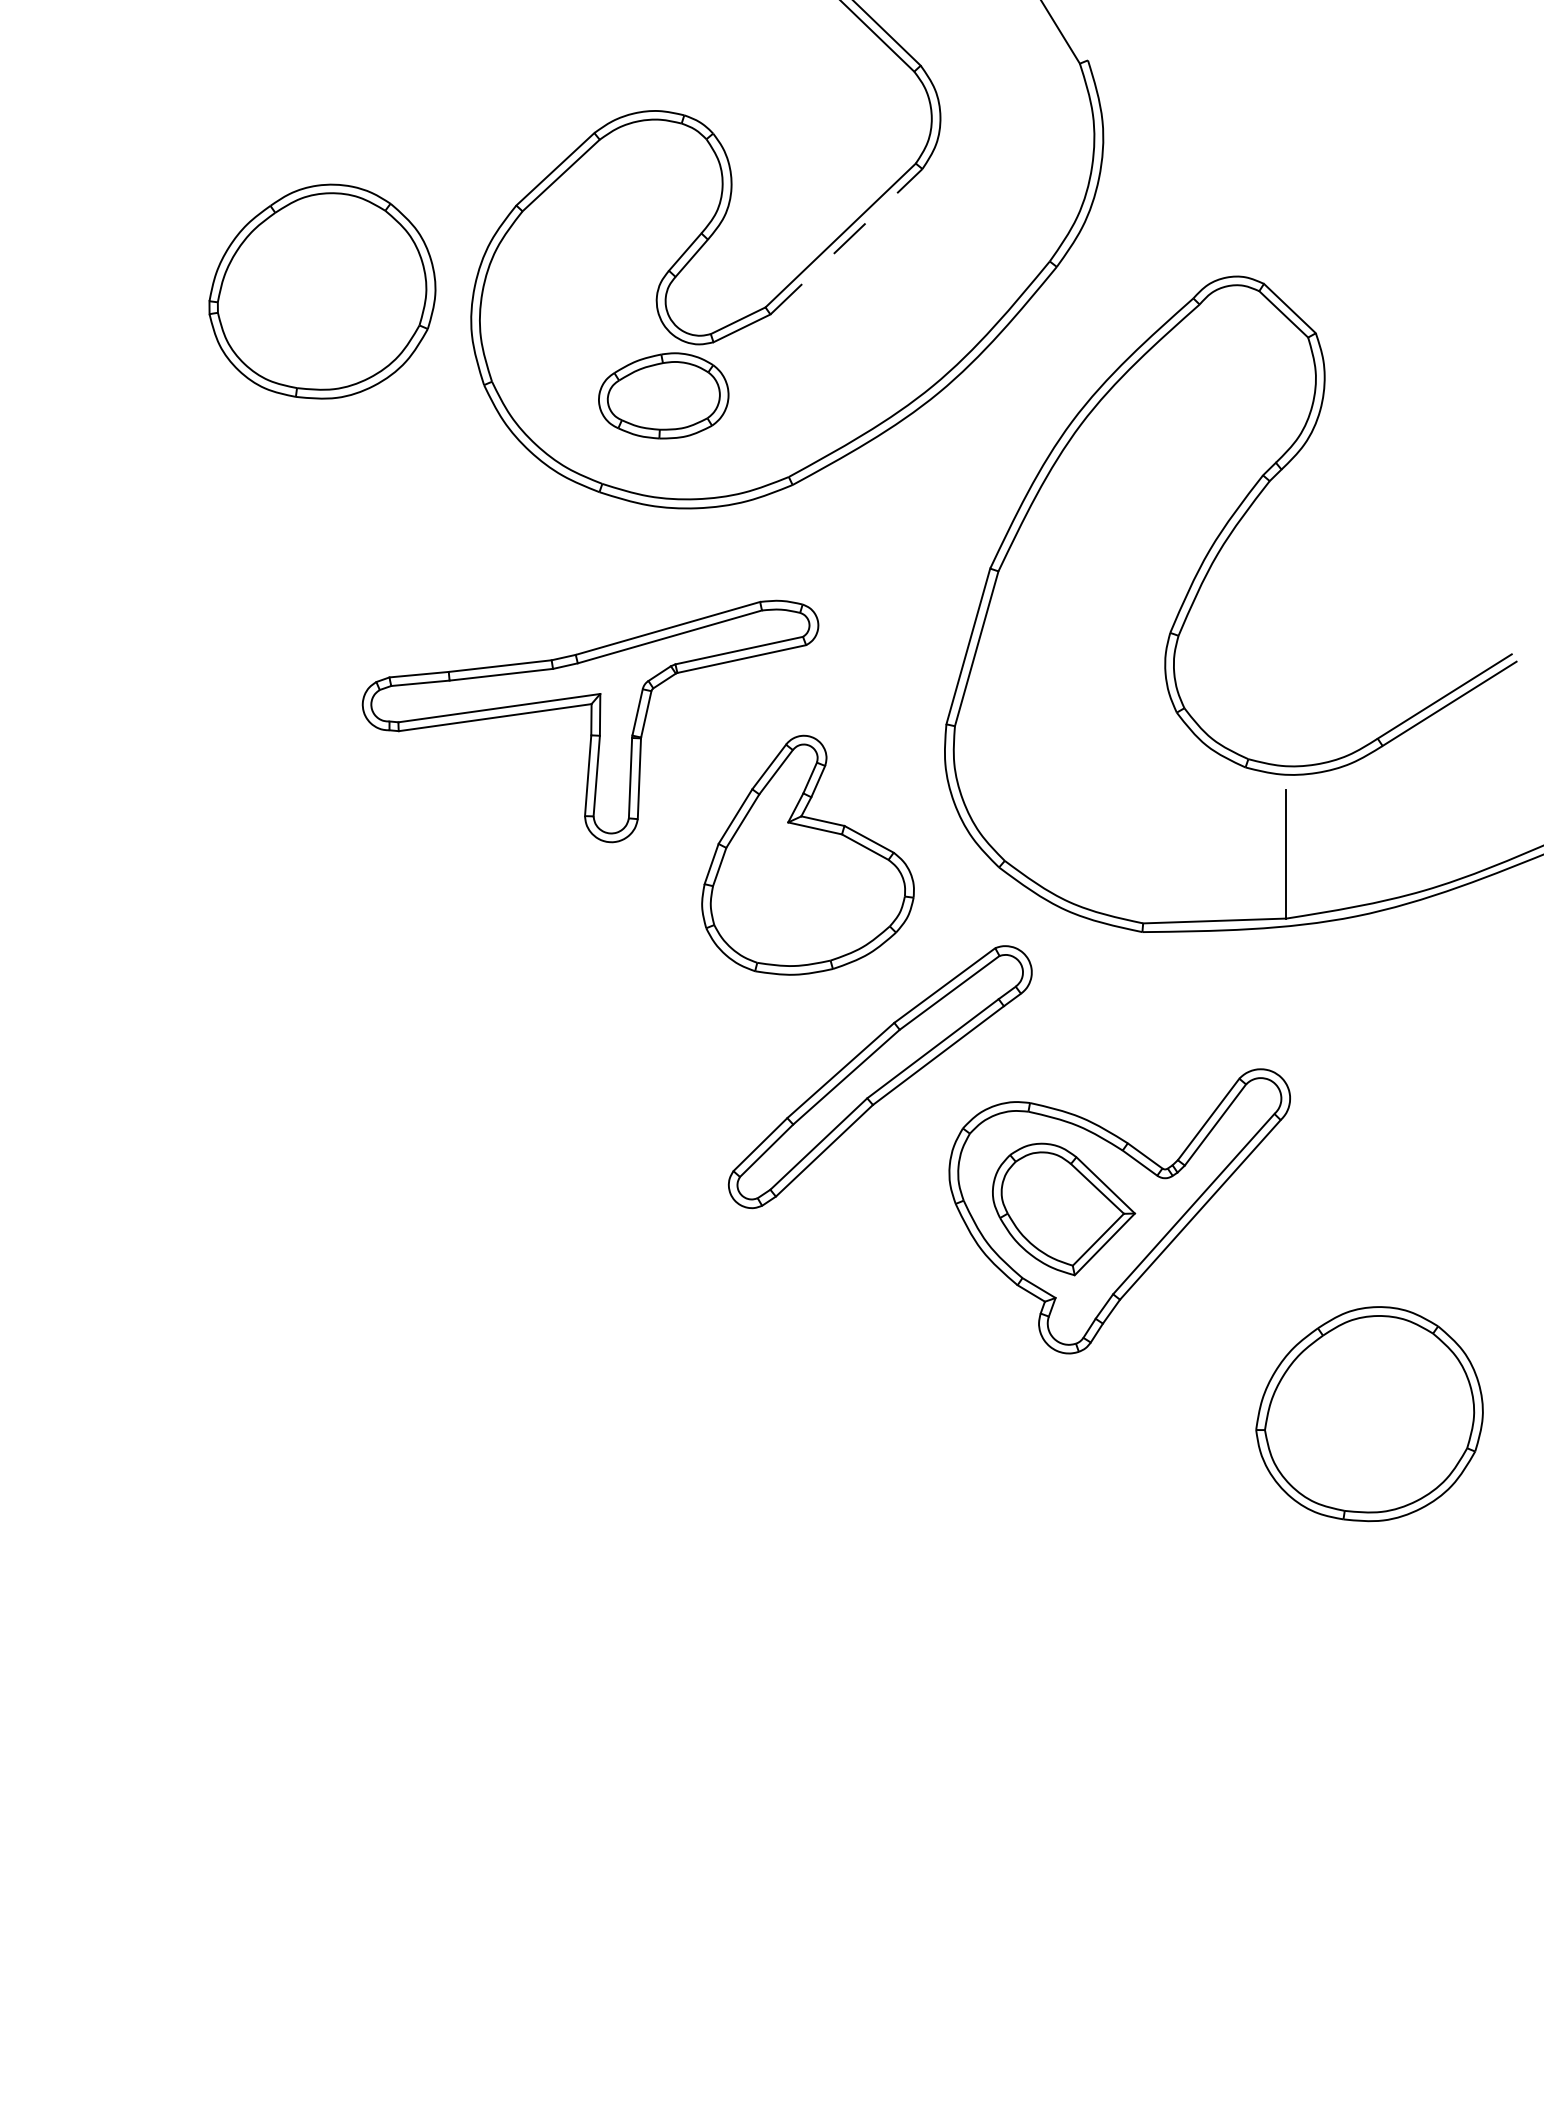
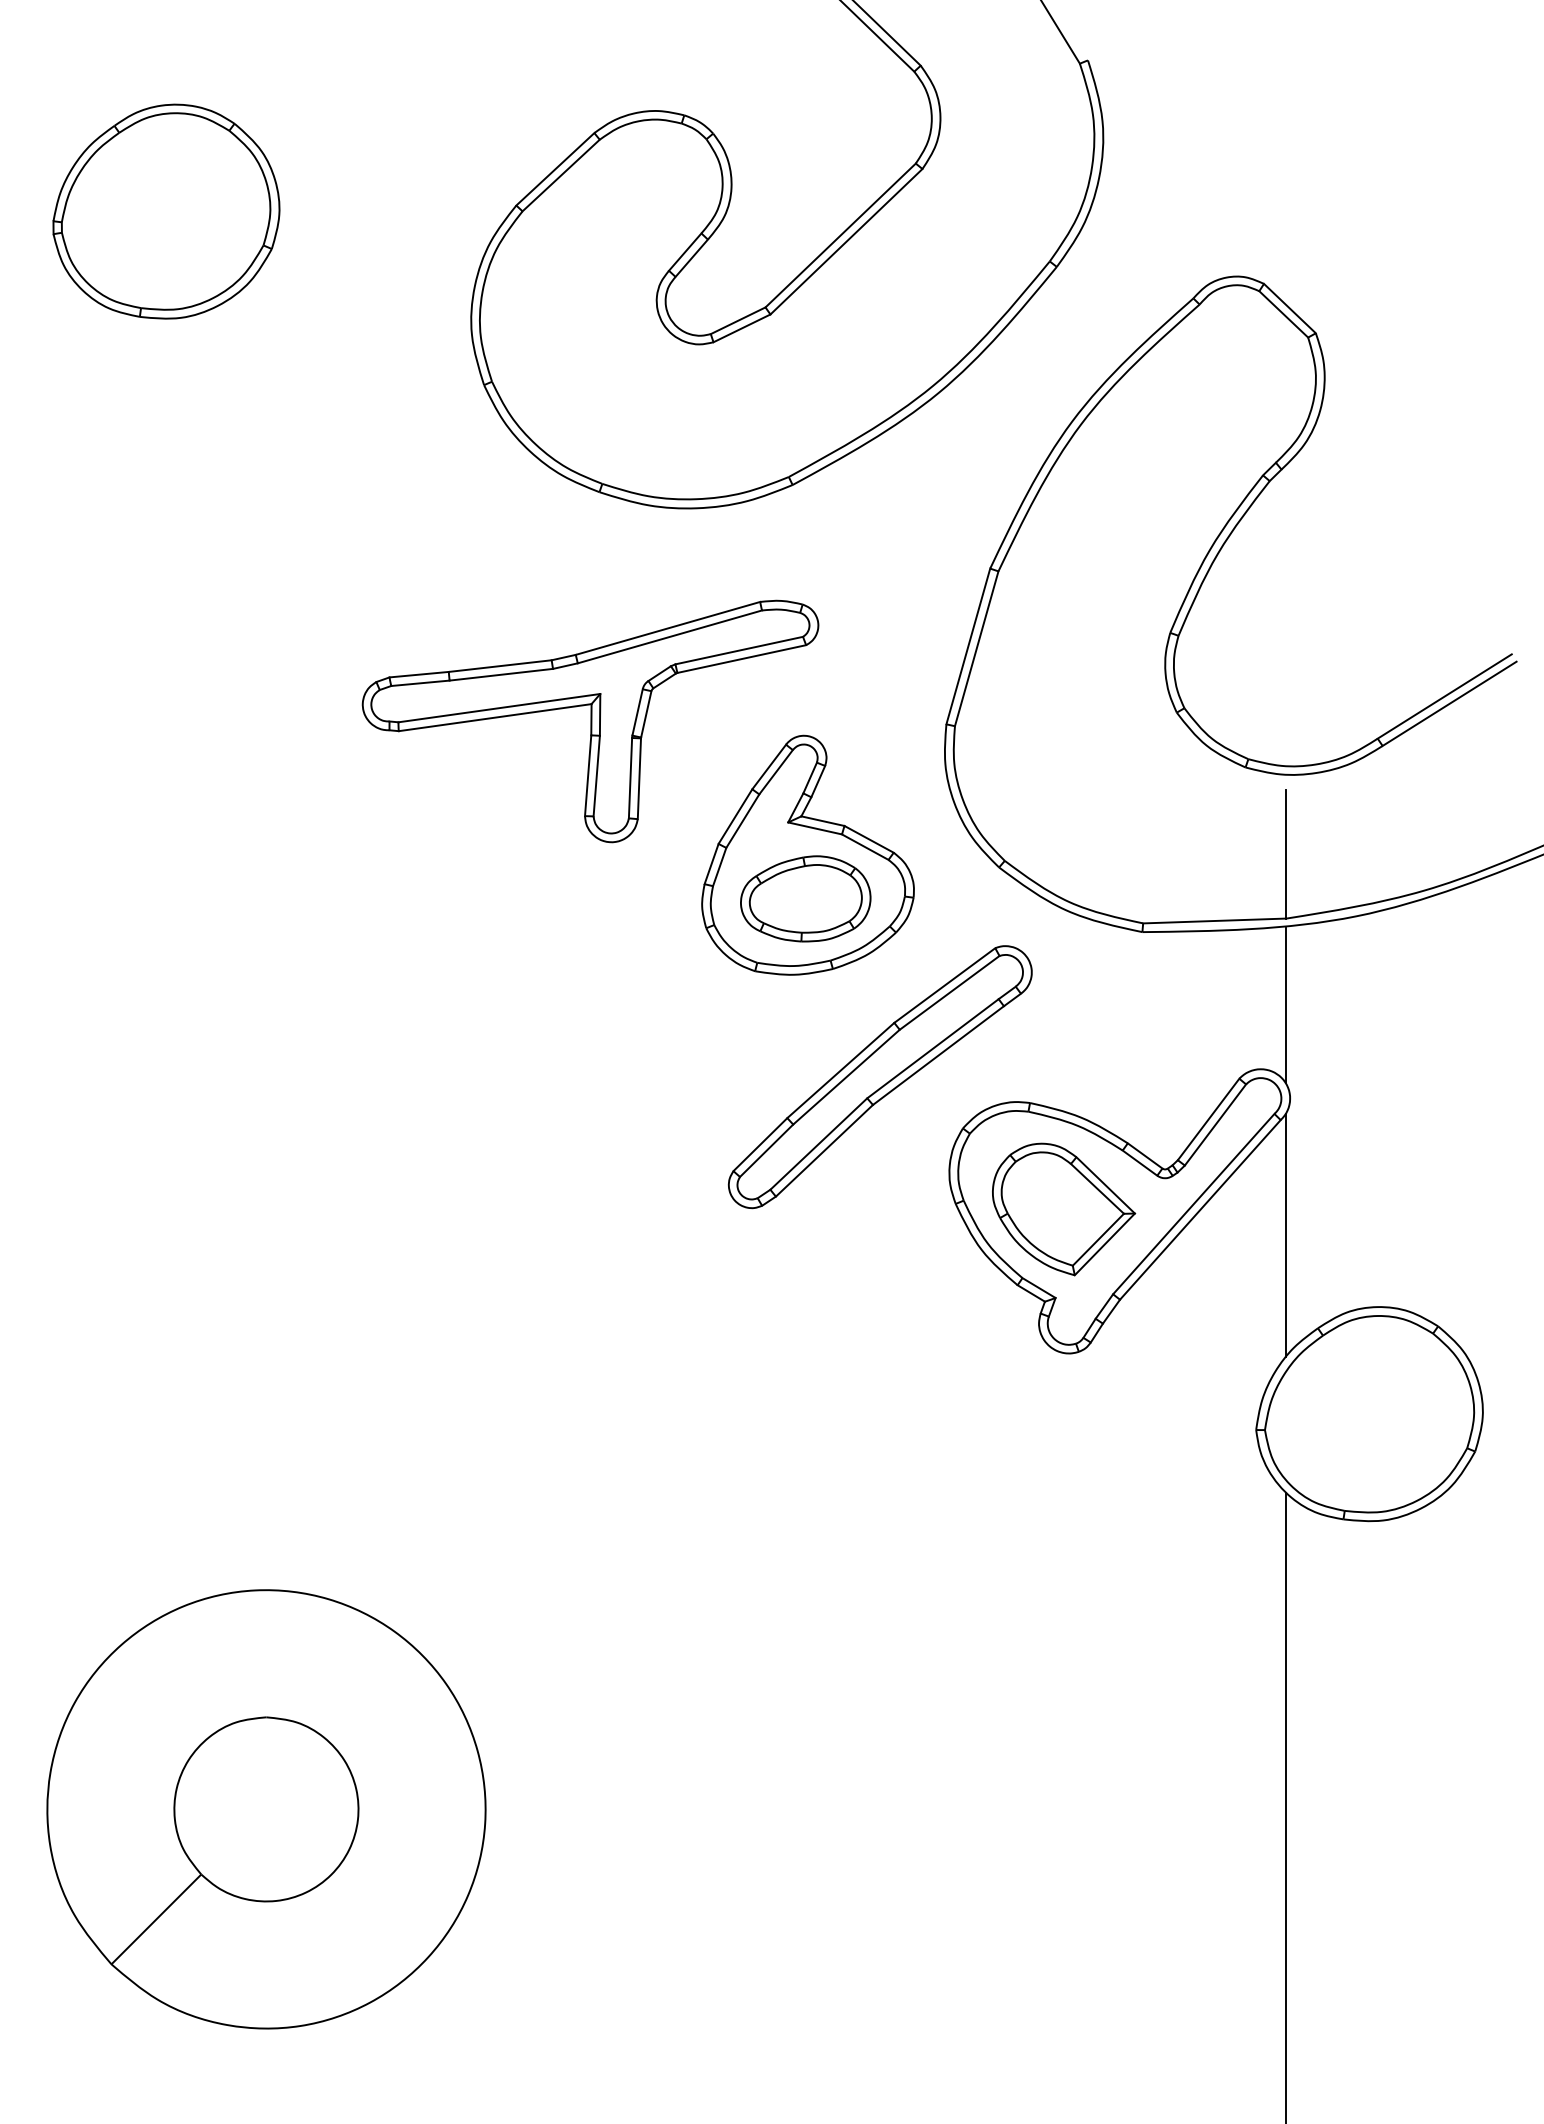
line at (846, 241): dashed -> solid
part at (322, 291) position: (322, 291) -> (166, 211)
part at (663, 395) position: (663, 395) -> (805, 898)
line at (1285, 1005): none -> present
line at (1285, 1234): none -> present
line at (1285, 1806): none -> present
part at (266, 1809): none -> present
